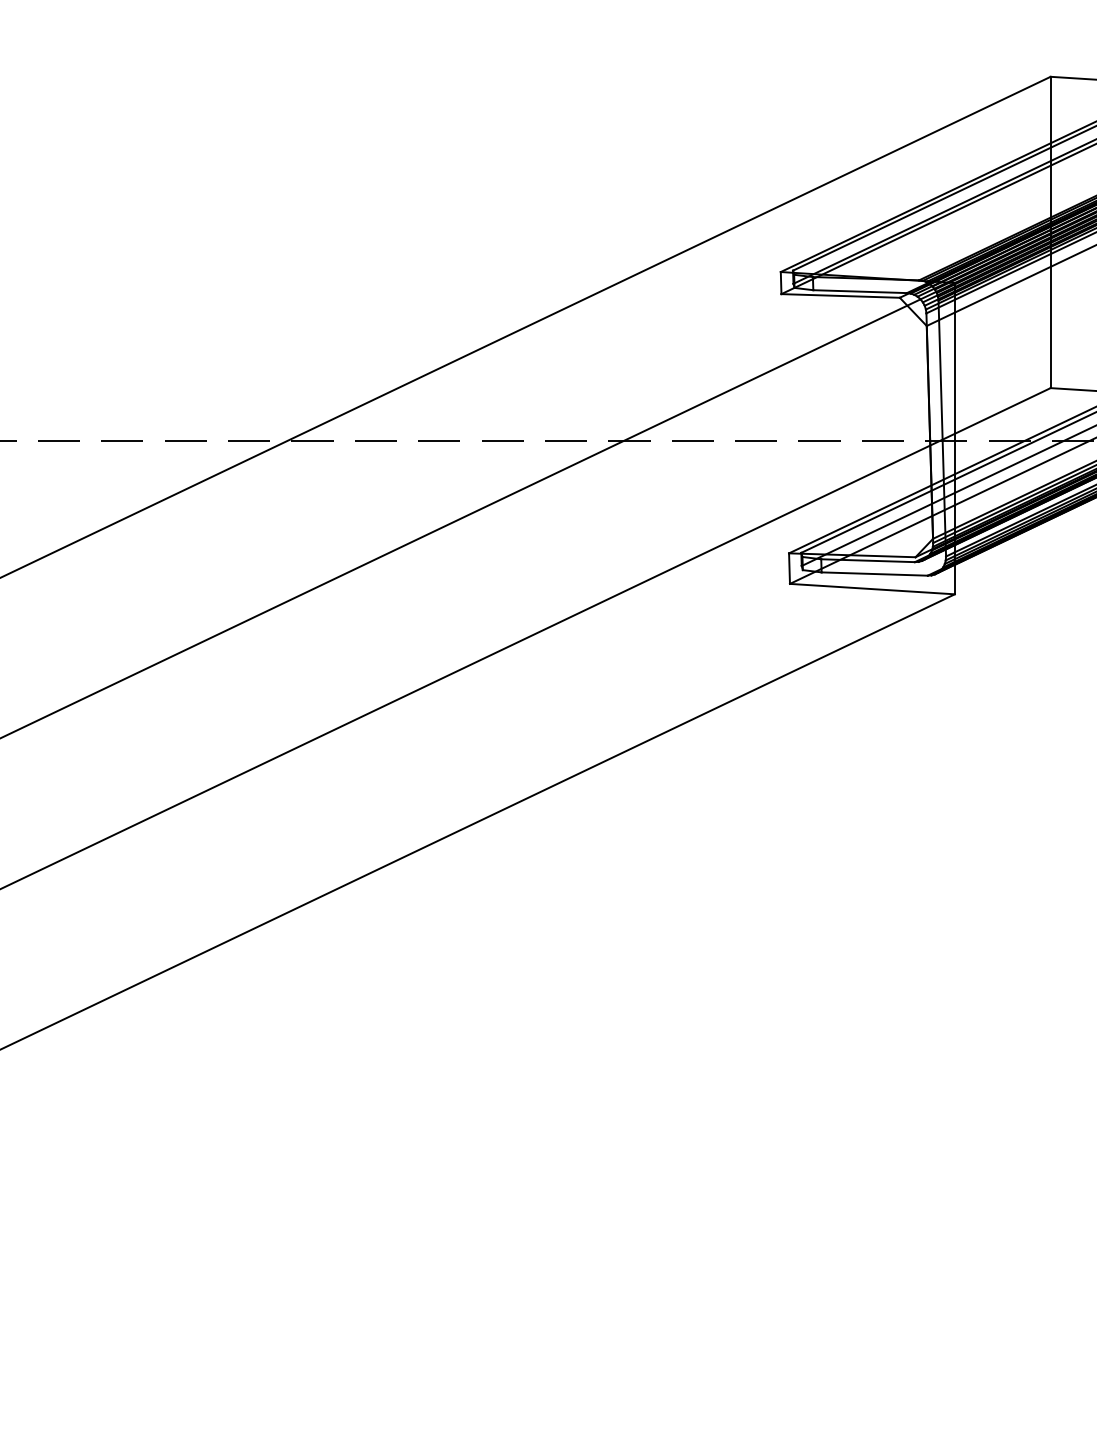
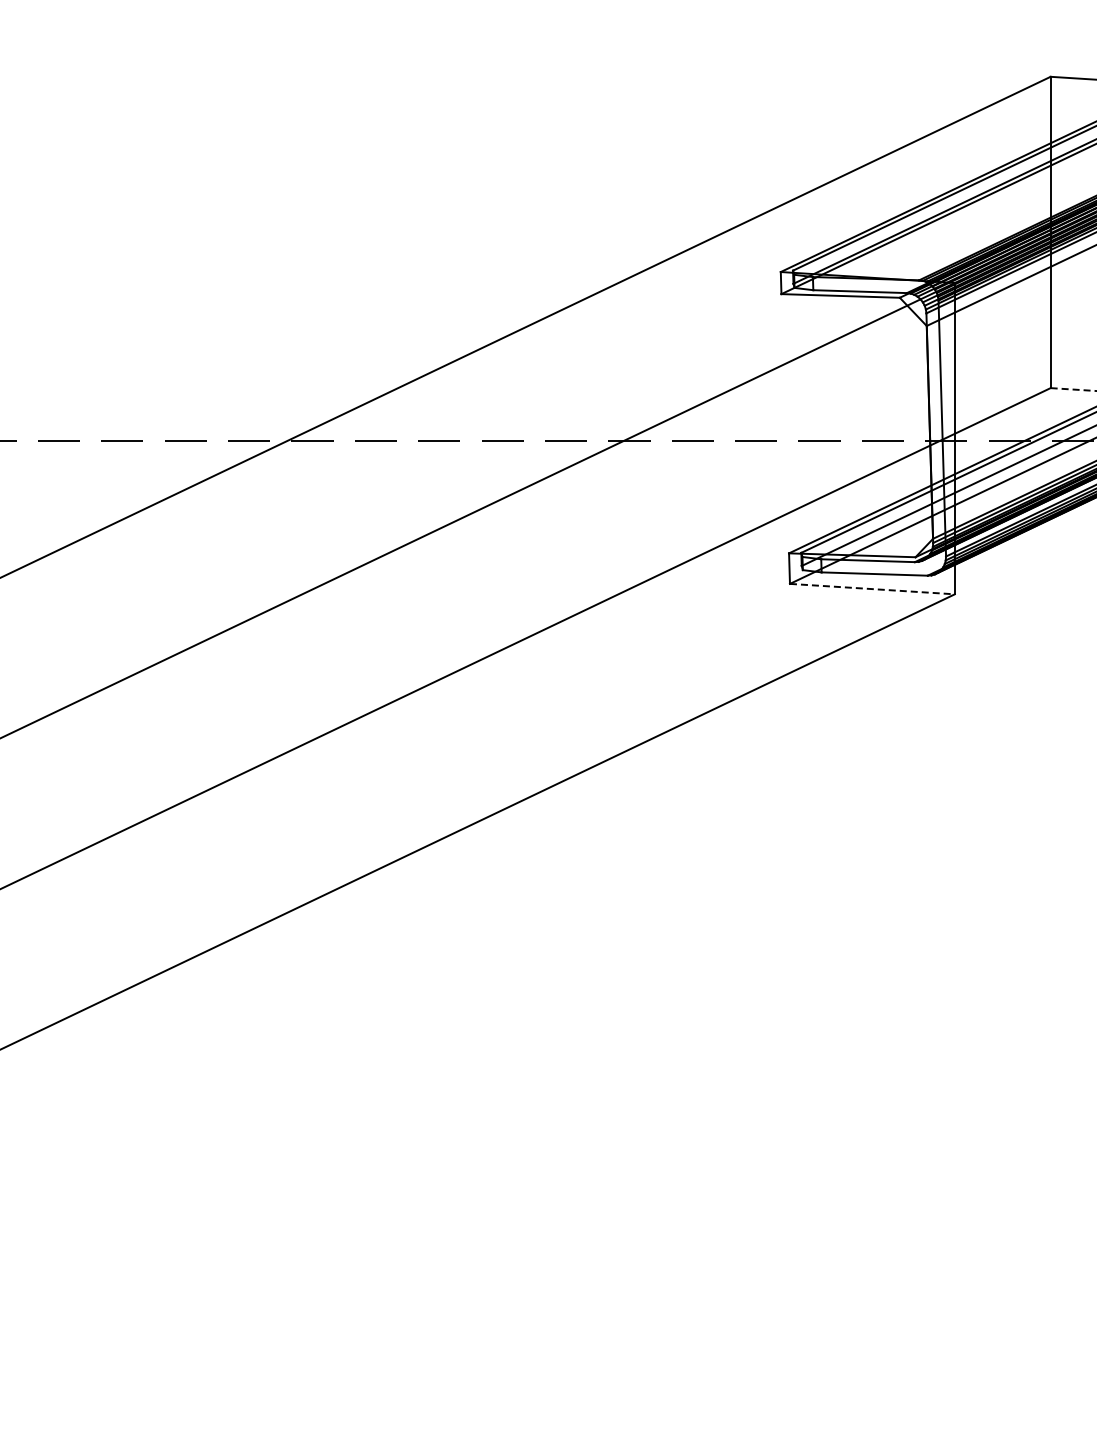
line at (1073, 389): solid -> dashed
line at (872, 589): solid -> dashed
